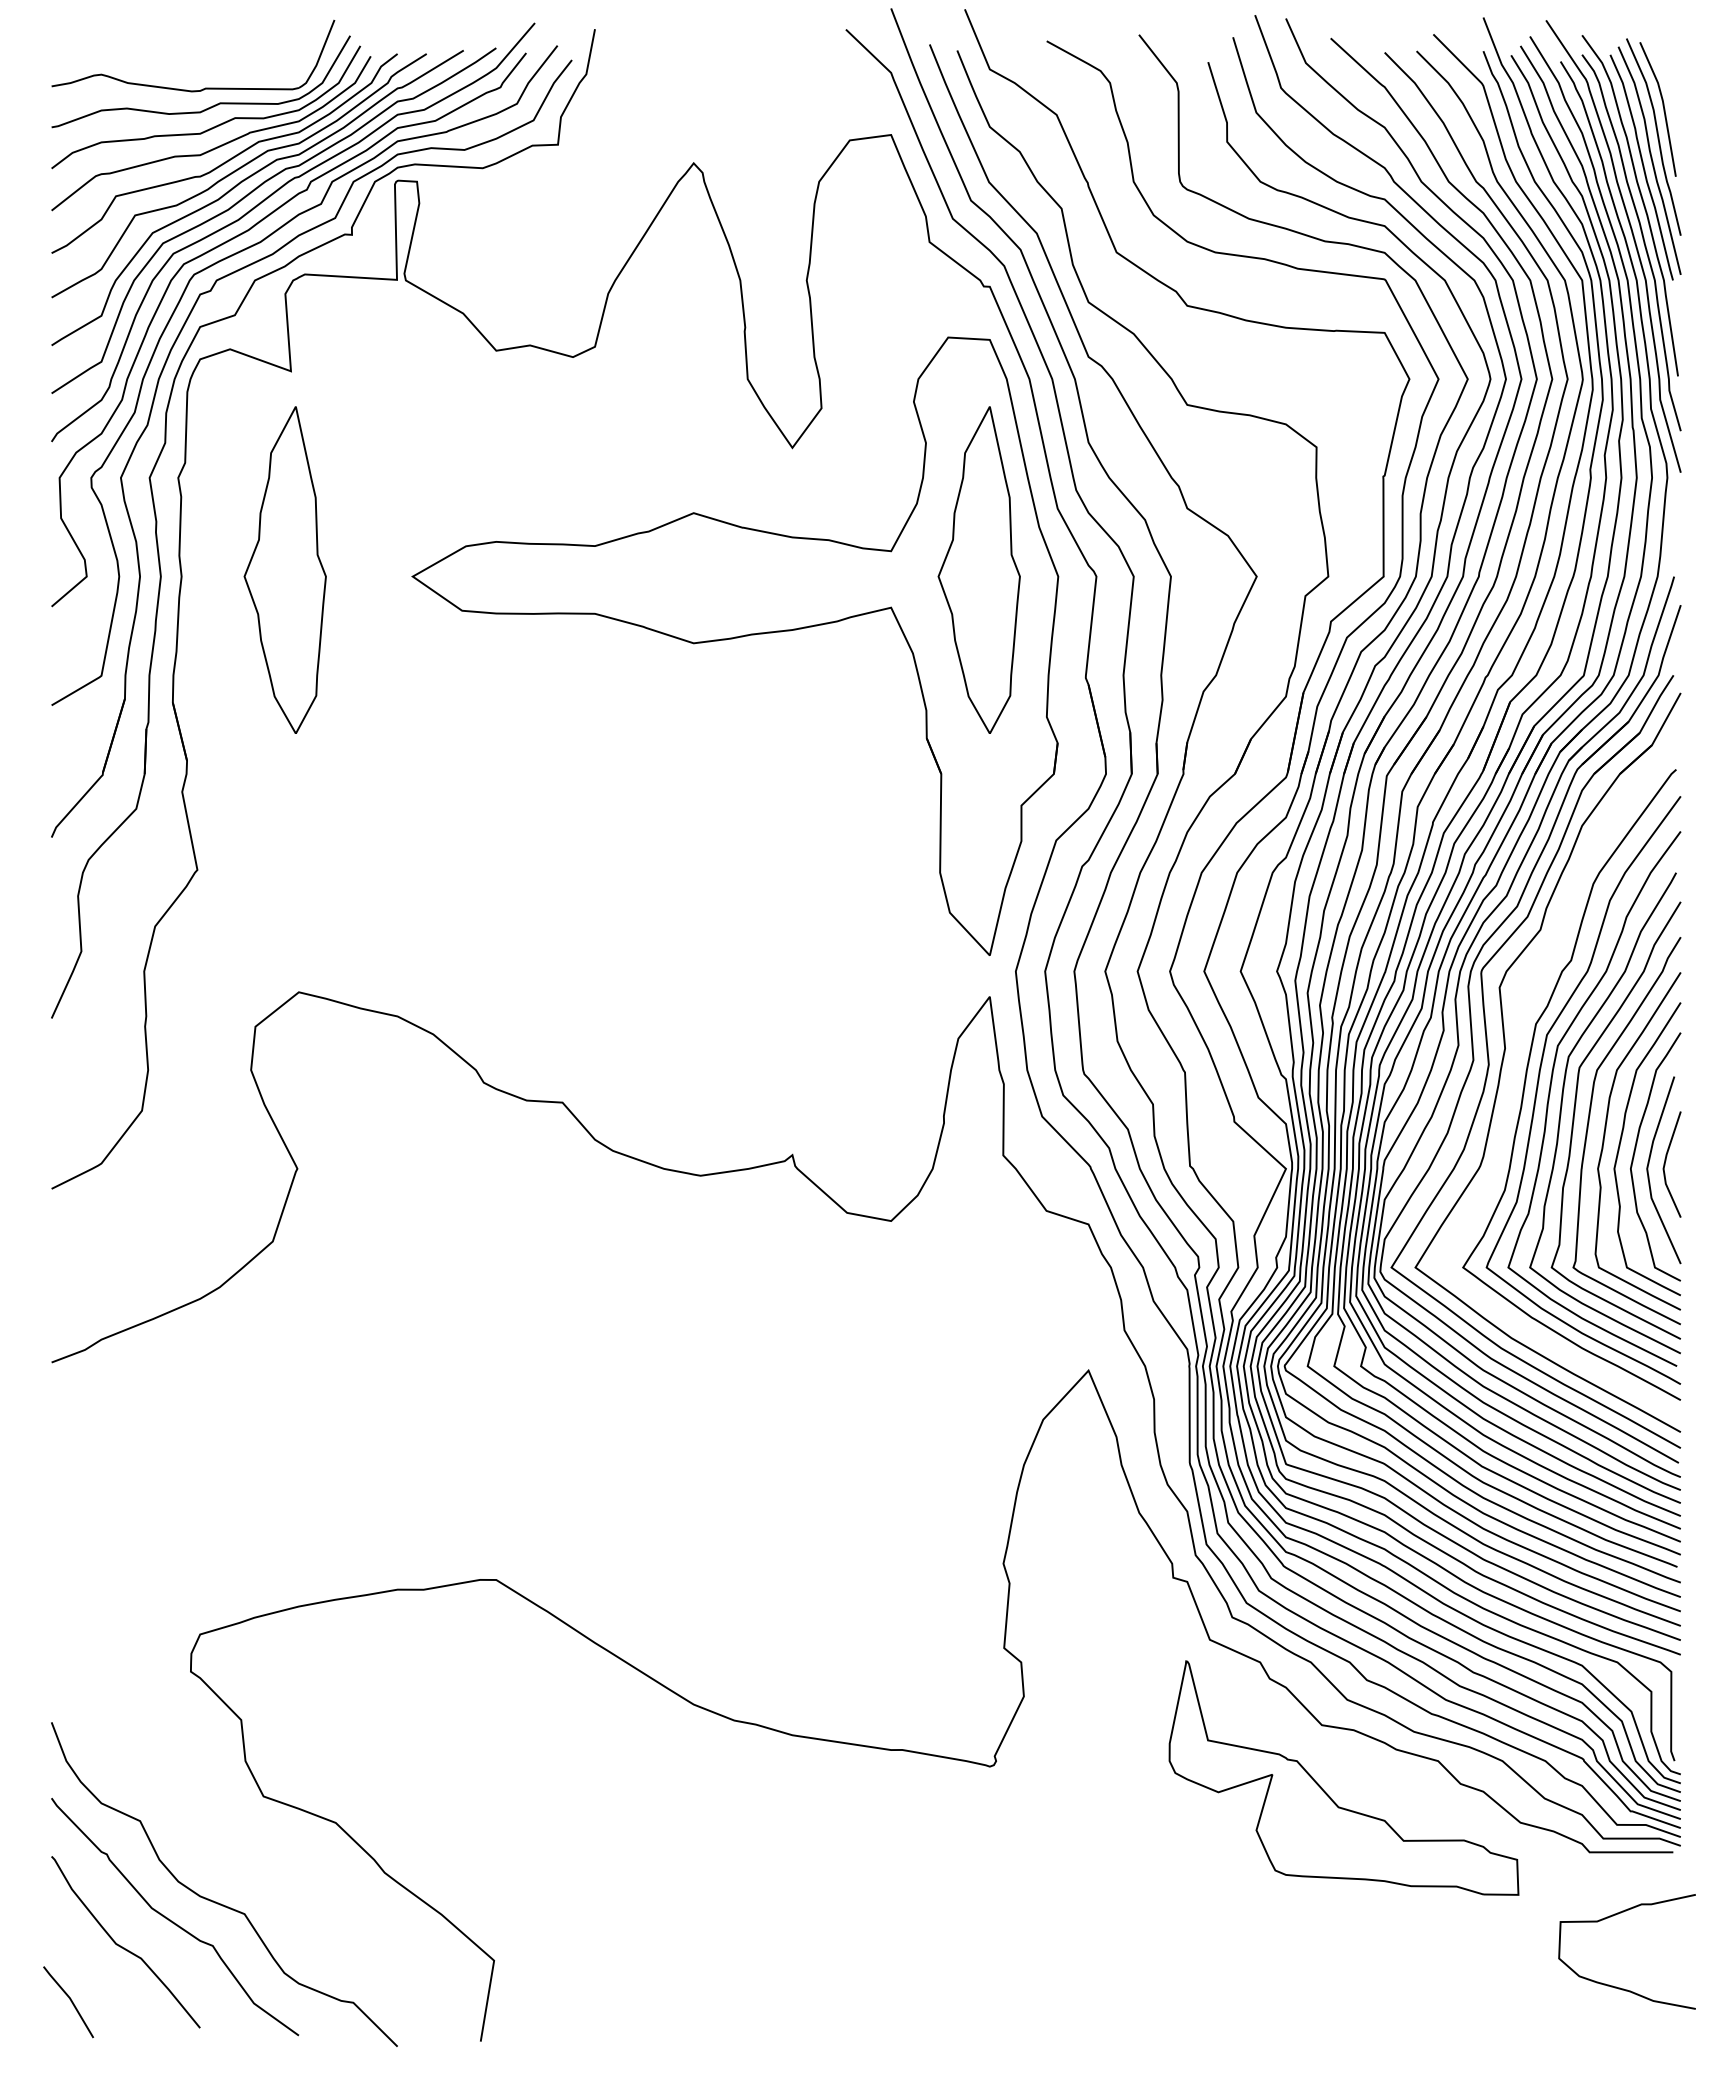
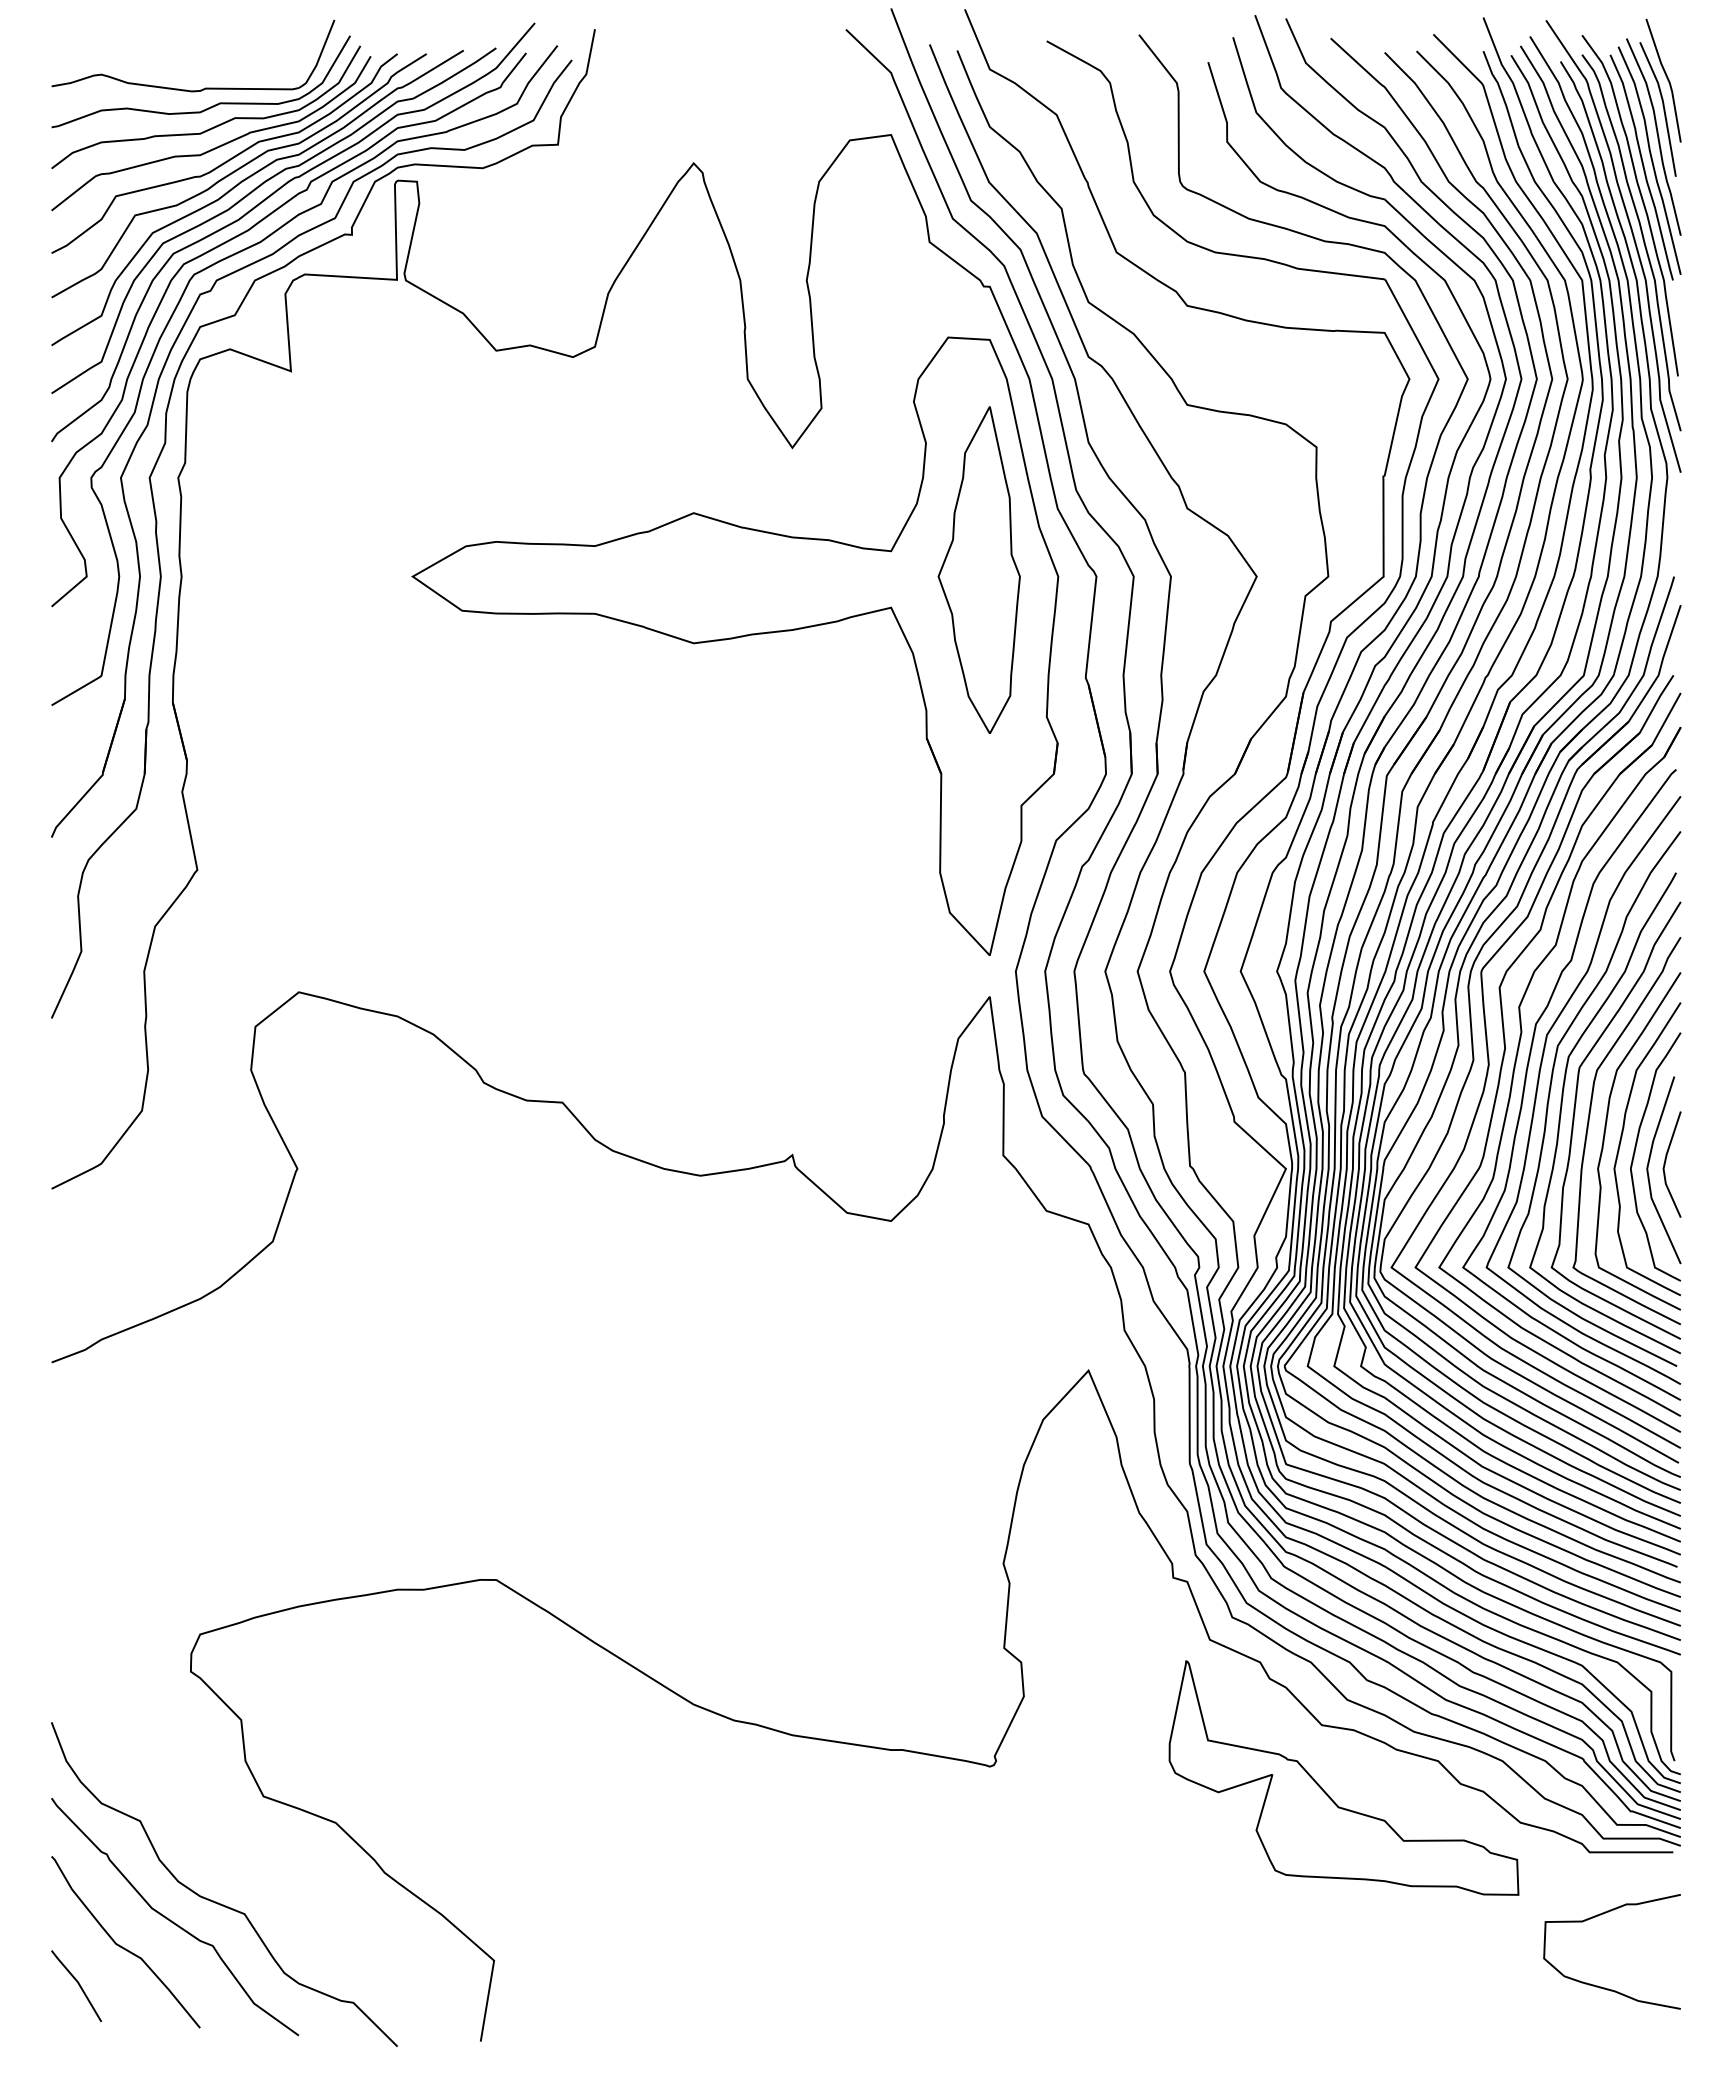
line at (1666, 78): none -> present
part at (284, 569): present -> none
part at (1516, 1063): none -> present
curve at (1616, 1986) position: (1616, 1986) -> (1601, 1986)
line at (70, 2001) position: (70, 2001) -> (78, 1985)
